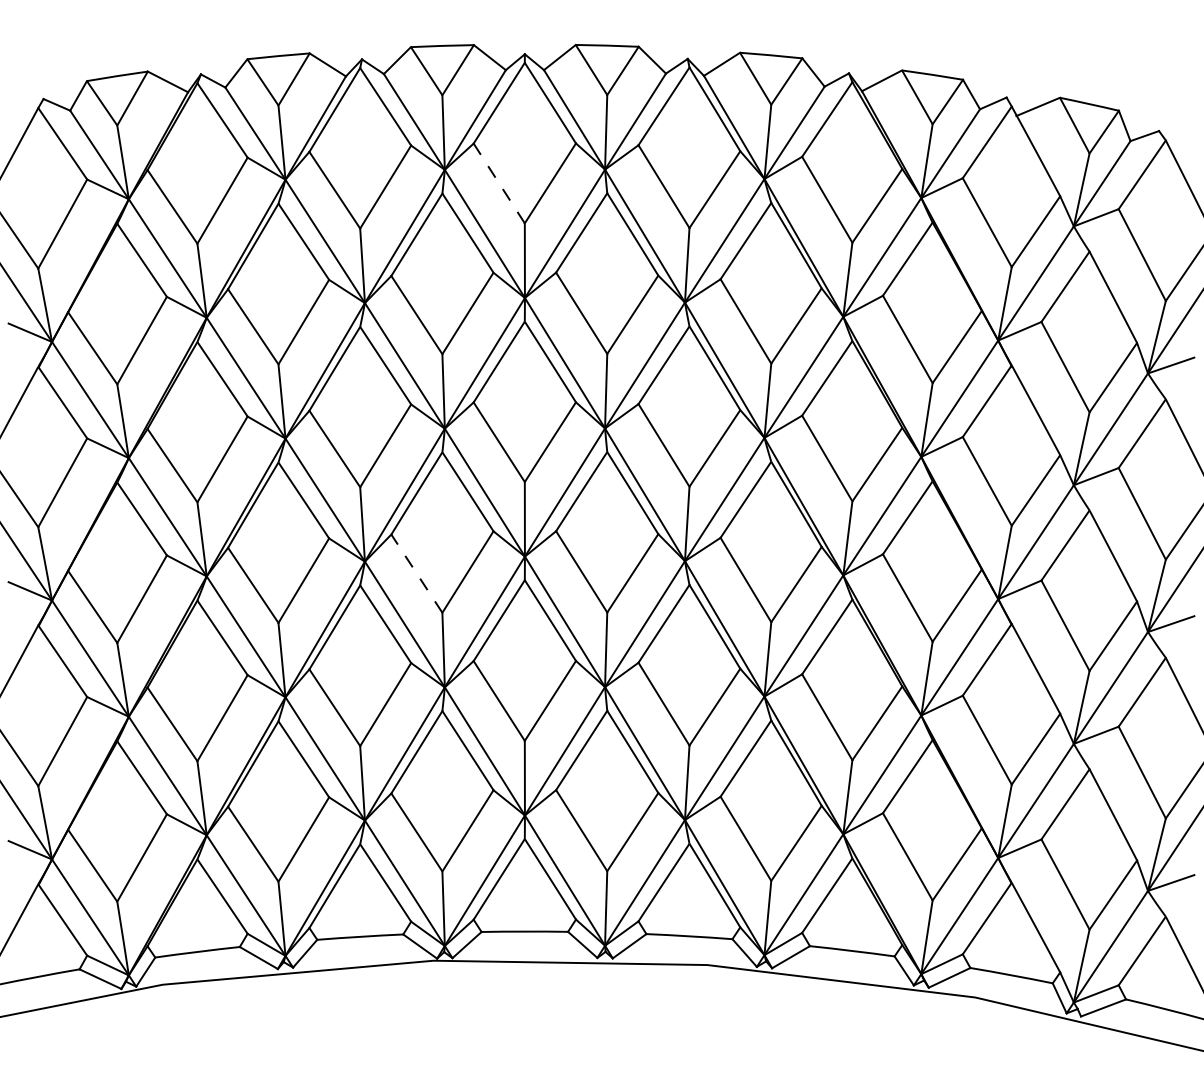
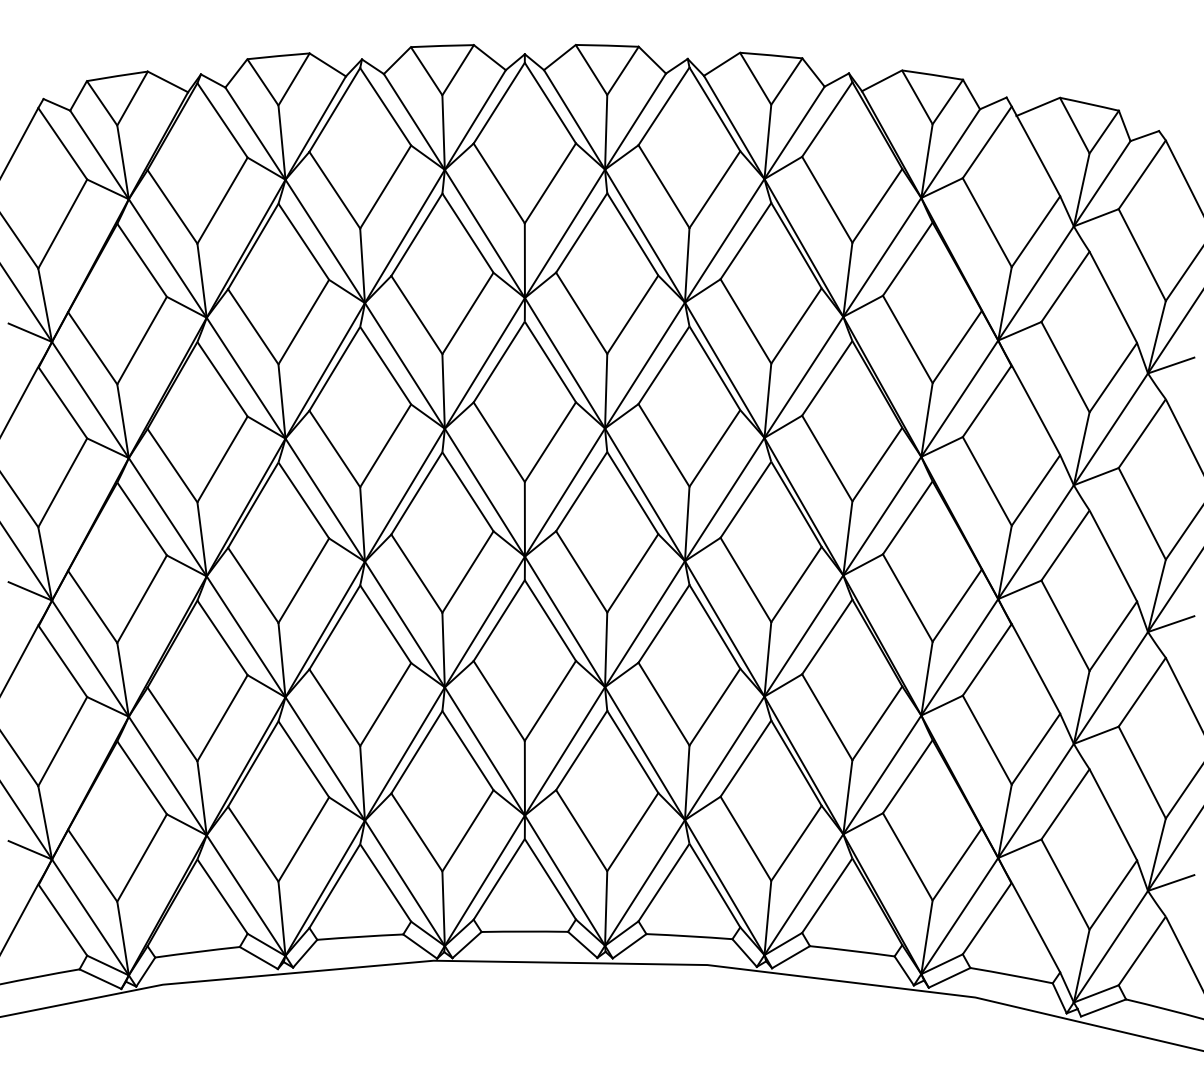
line at (498, 183): dashed -> solid
line at (416, 573): dashed -> solid
